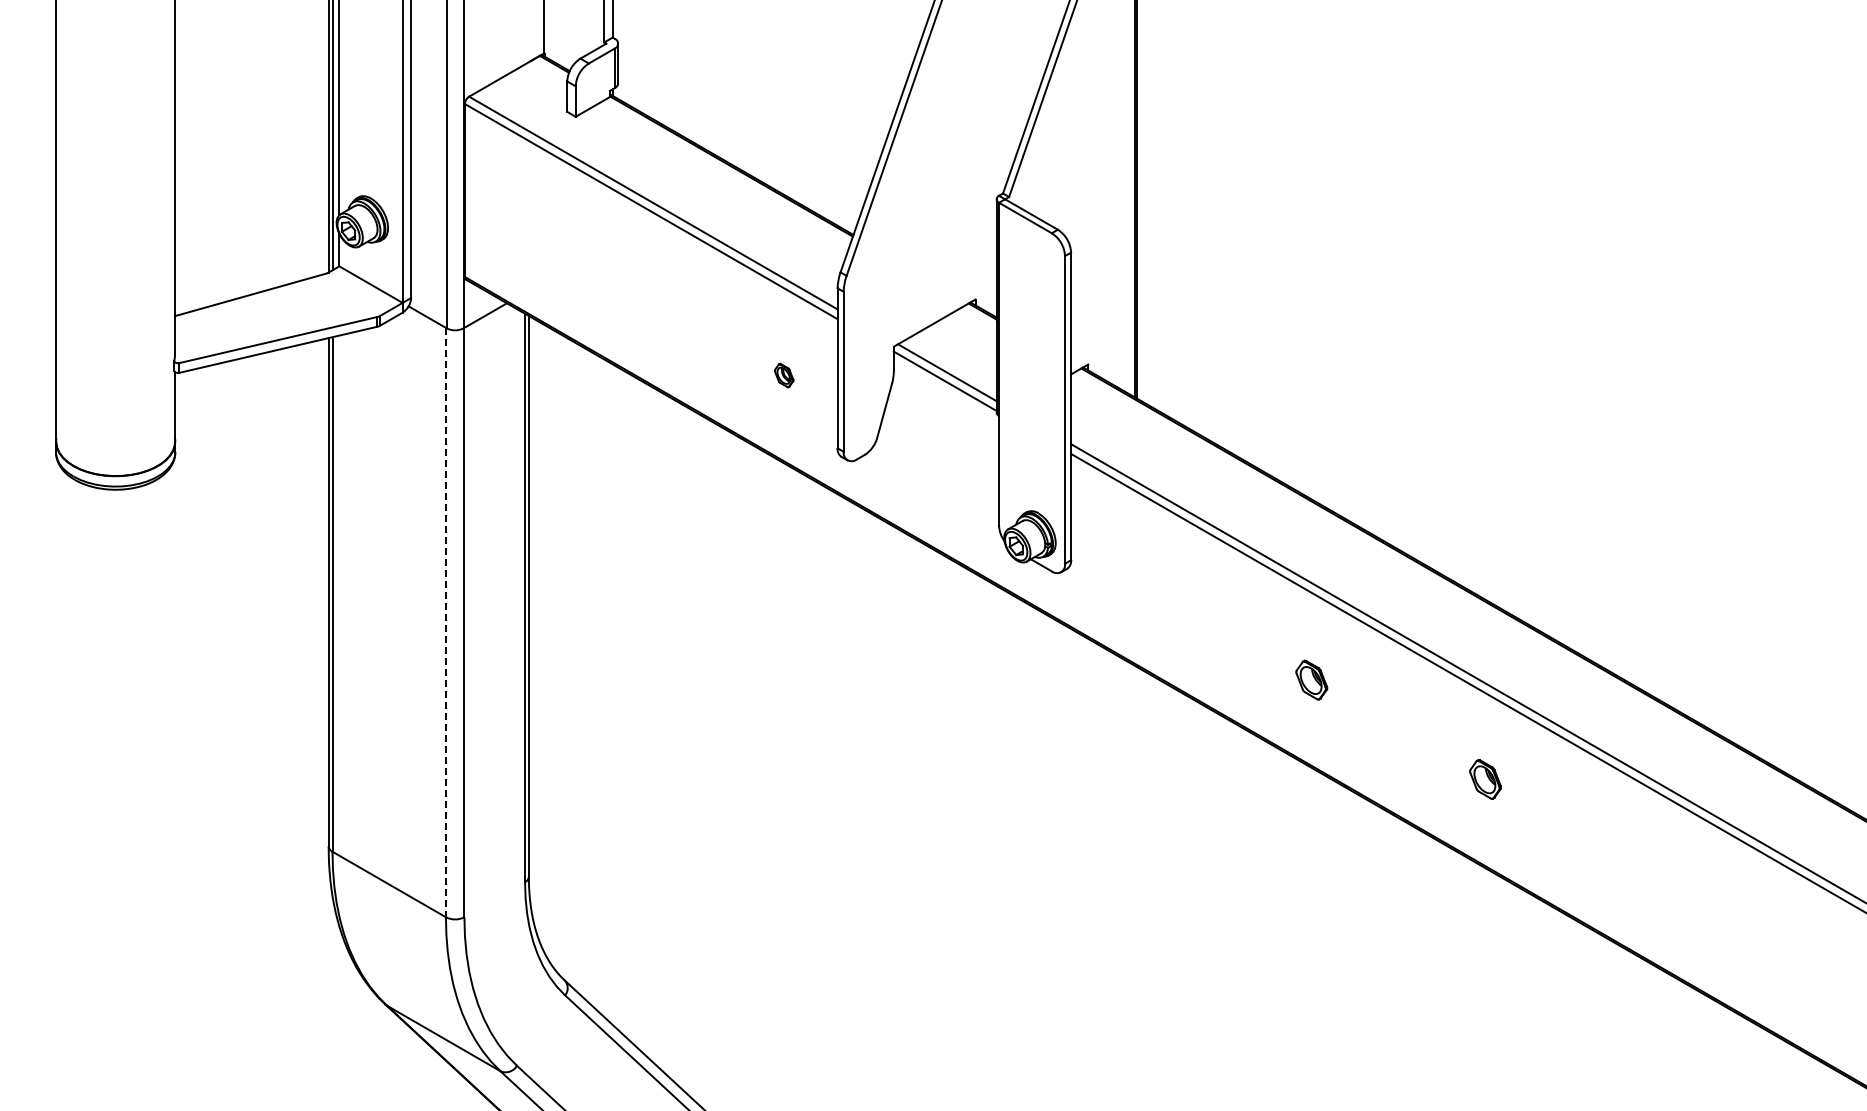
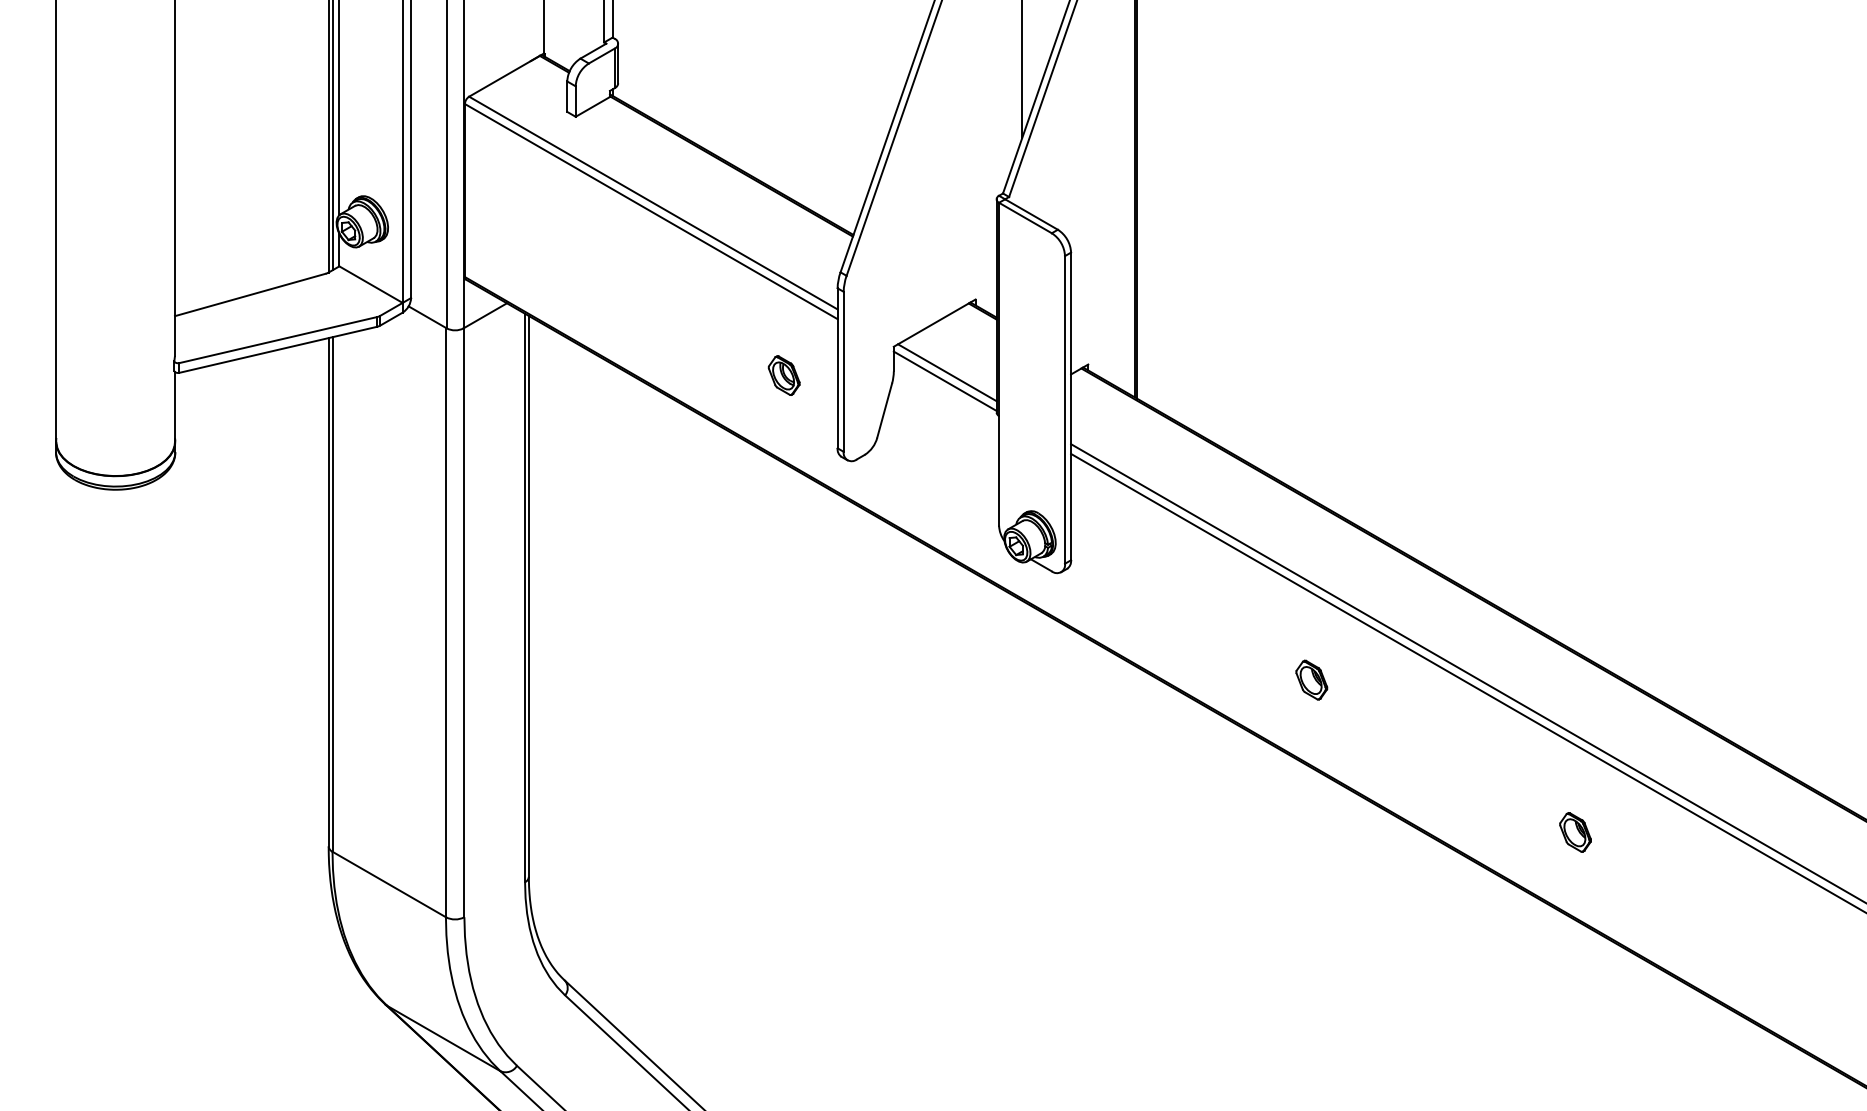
line at (1022, 69): none -> present
part at (784, 375) size: 21x27 px -> 34x41 px
line at (445, 622): dashed -> solid
part at (1485, 779) position: (1485, 779) -> (1575, 832)
